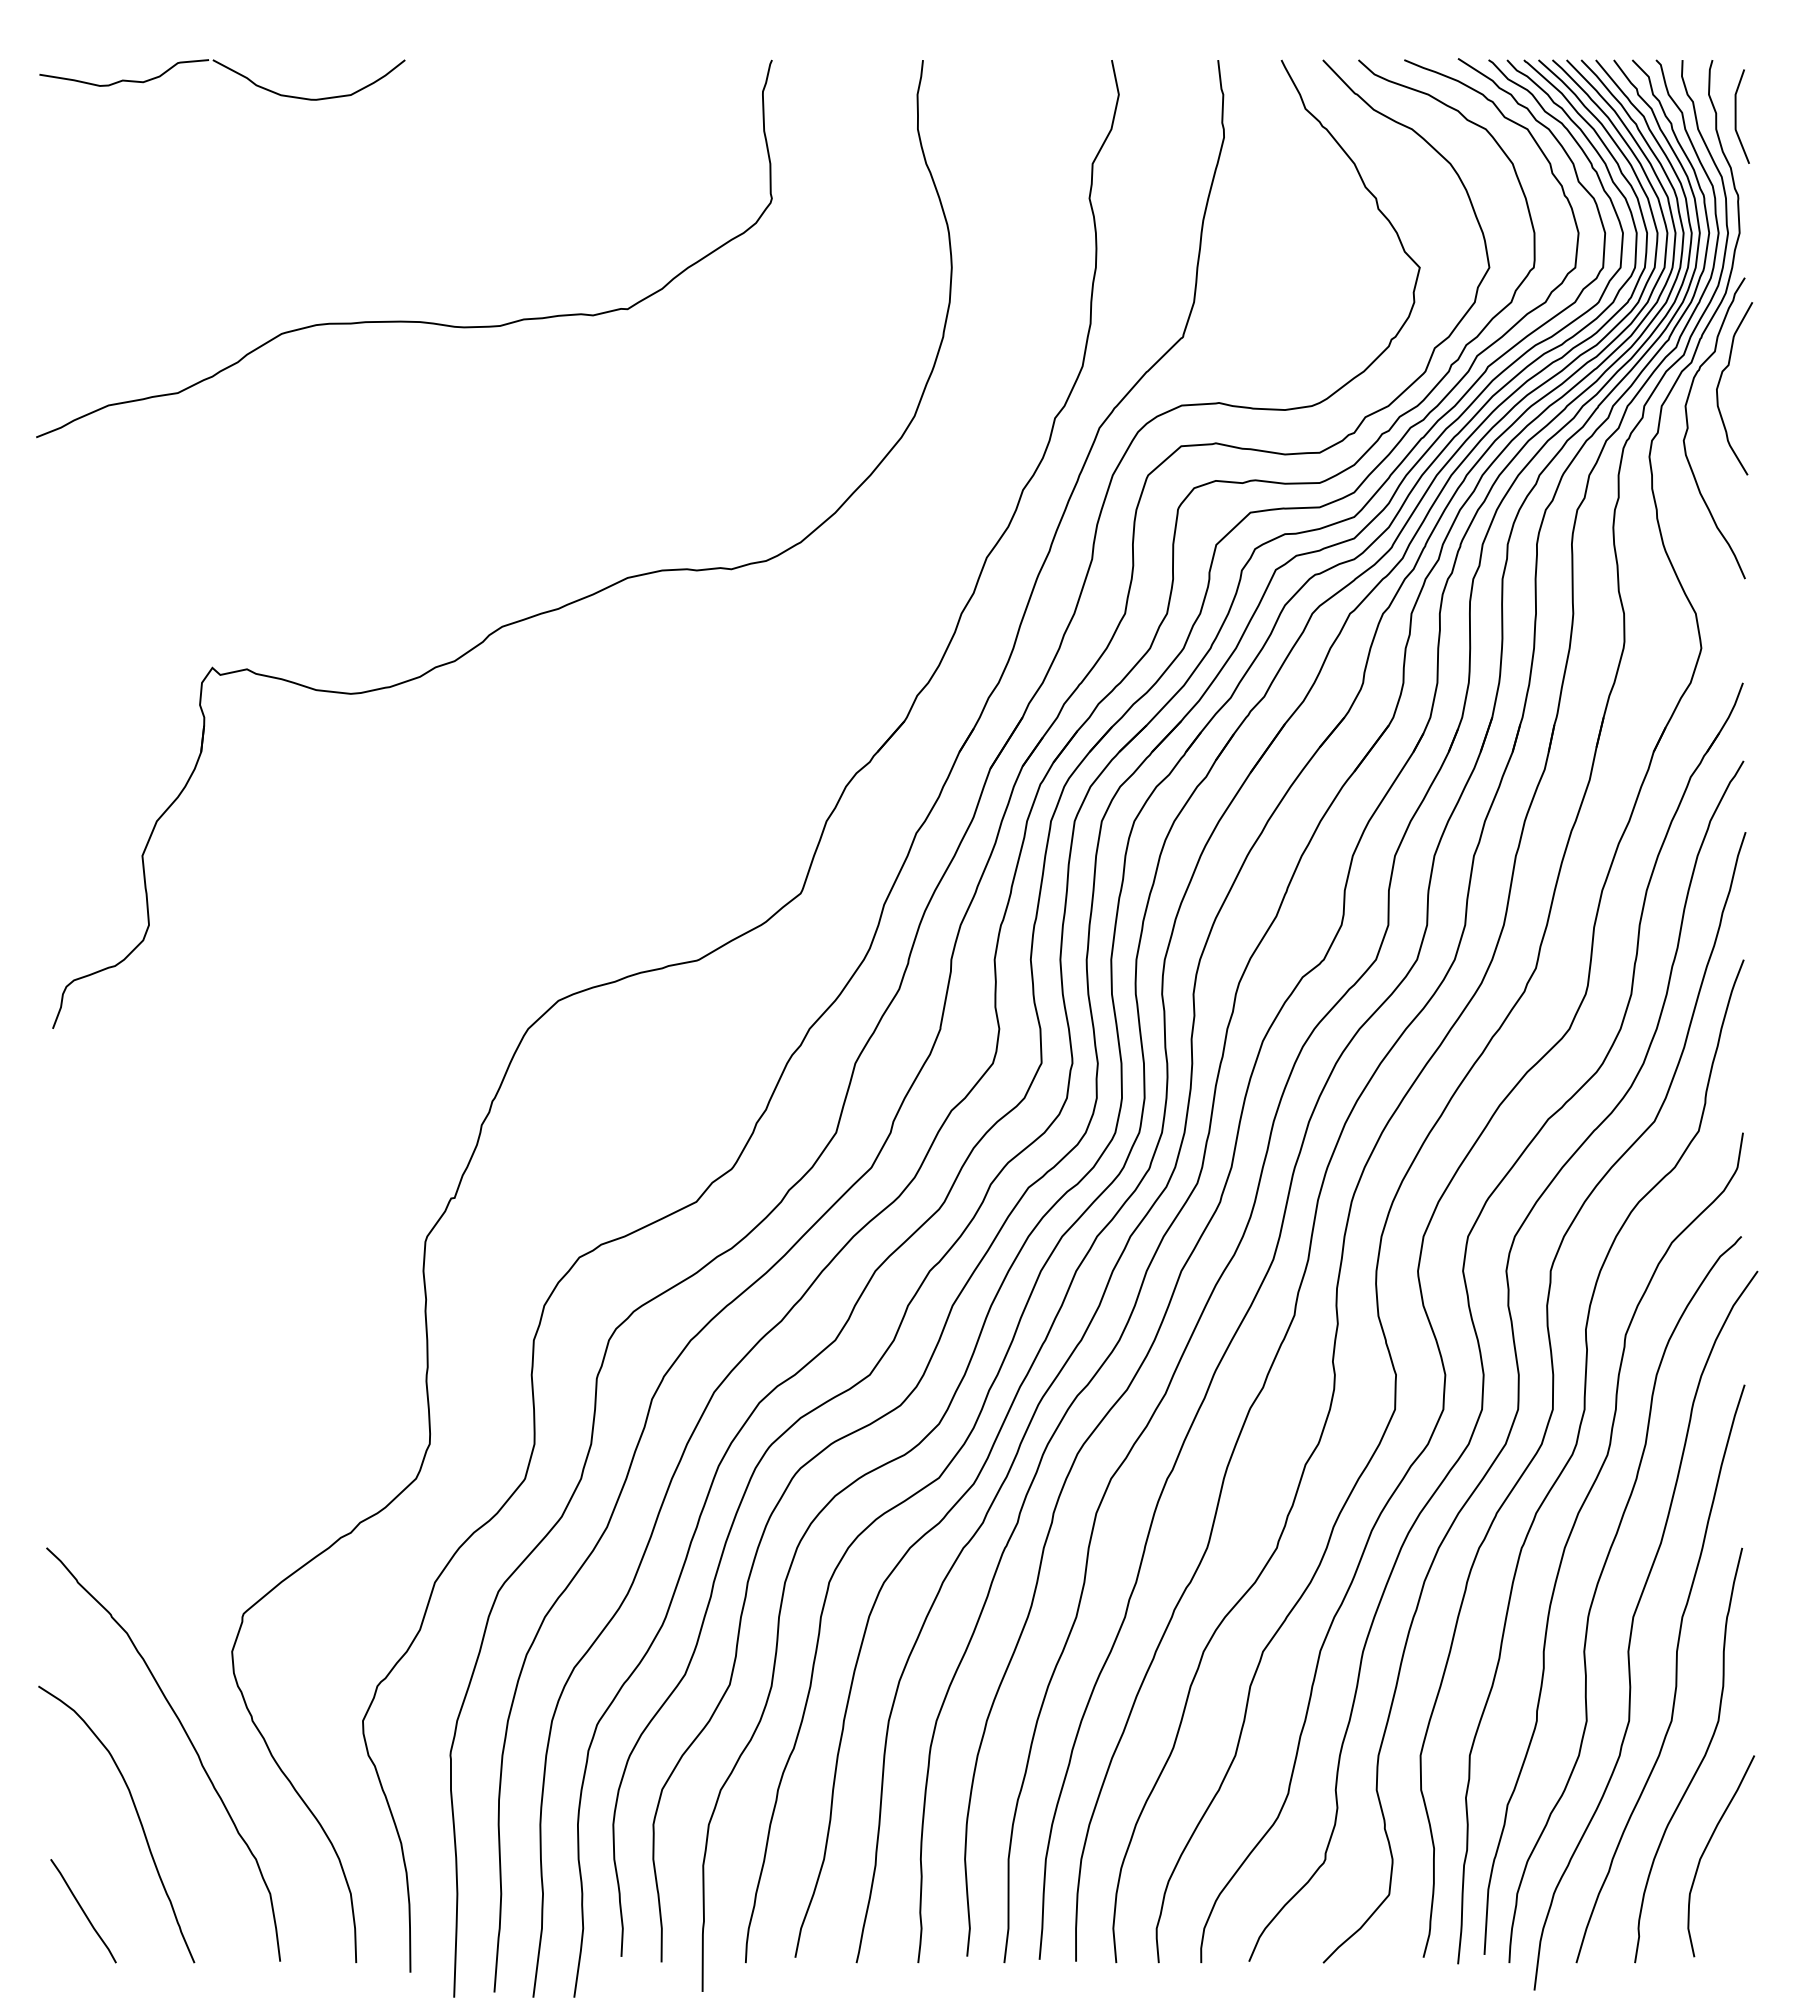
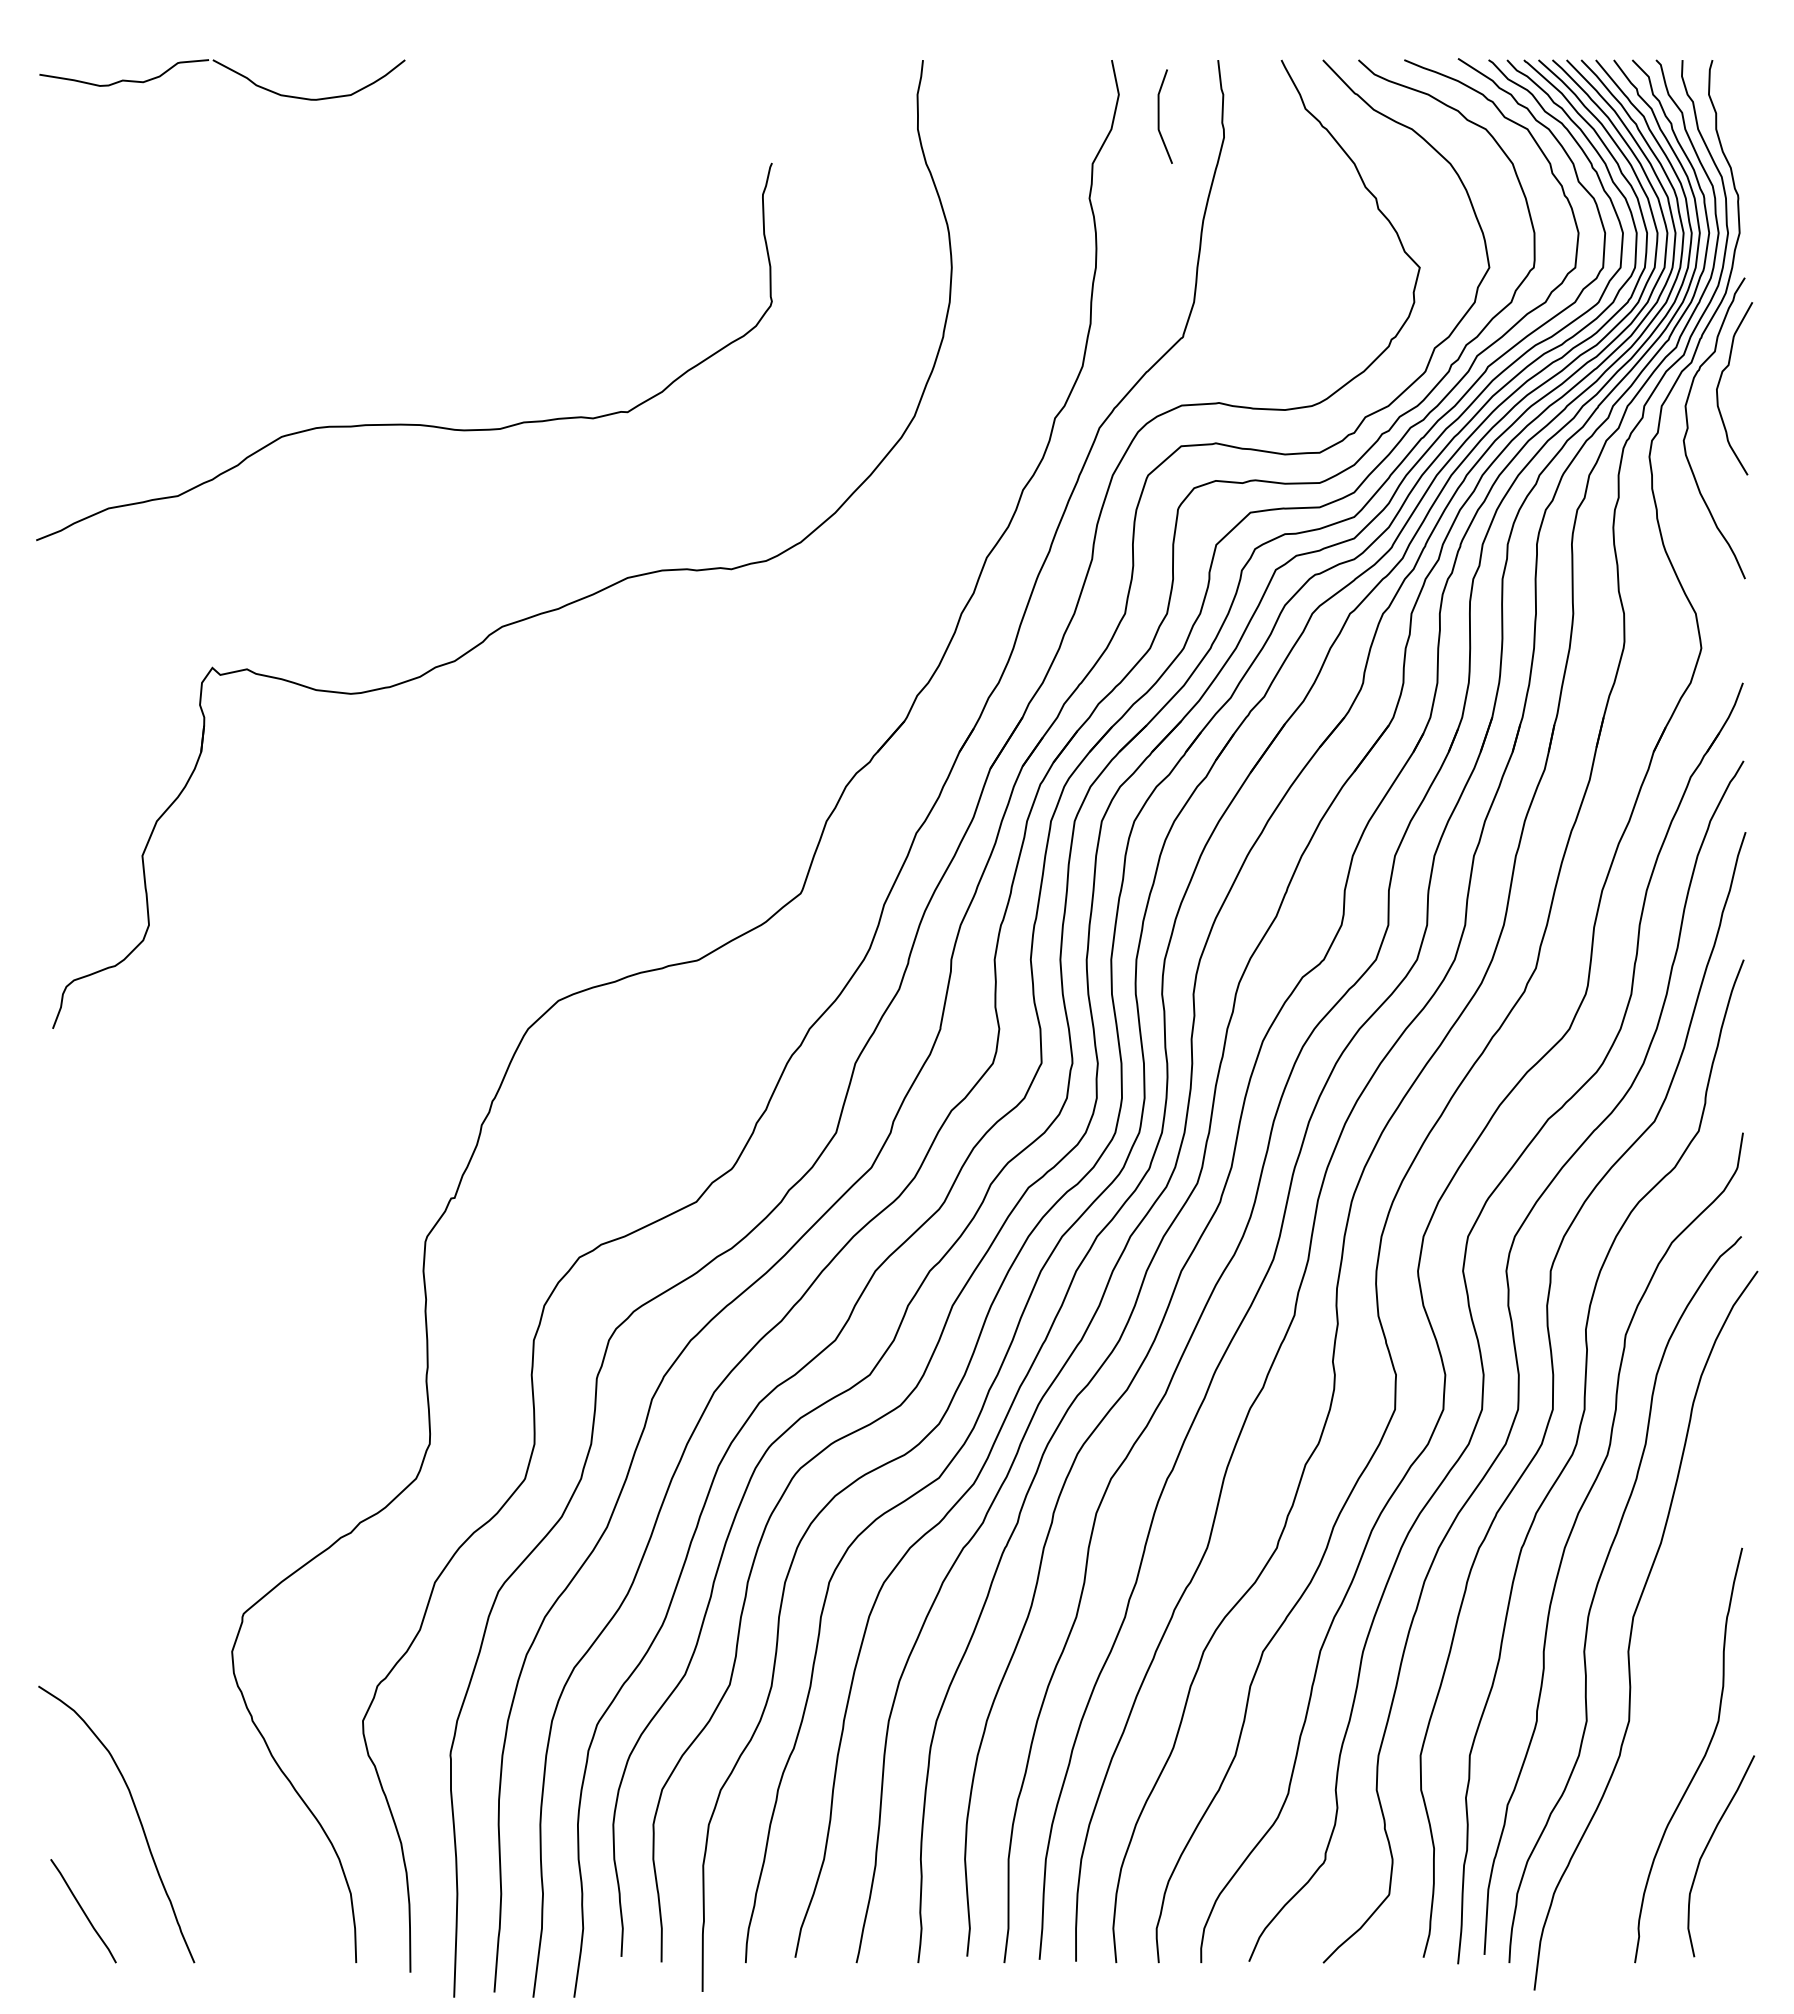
line at (1736, 116) position: (1736, 116) -> (1159, 116)
curve at (404, 320) position: (404, 320) -> (404, 423)
curve at (1675, 1673): present -> none
curve at (189, 1741): present -> none
